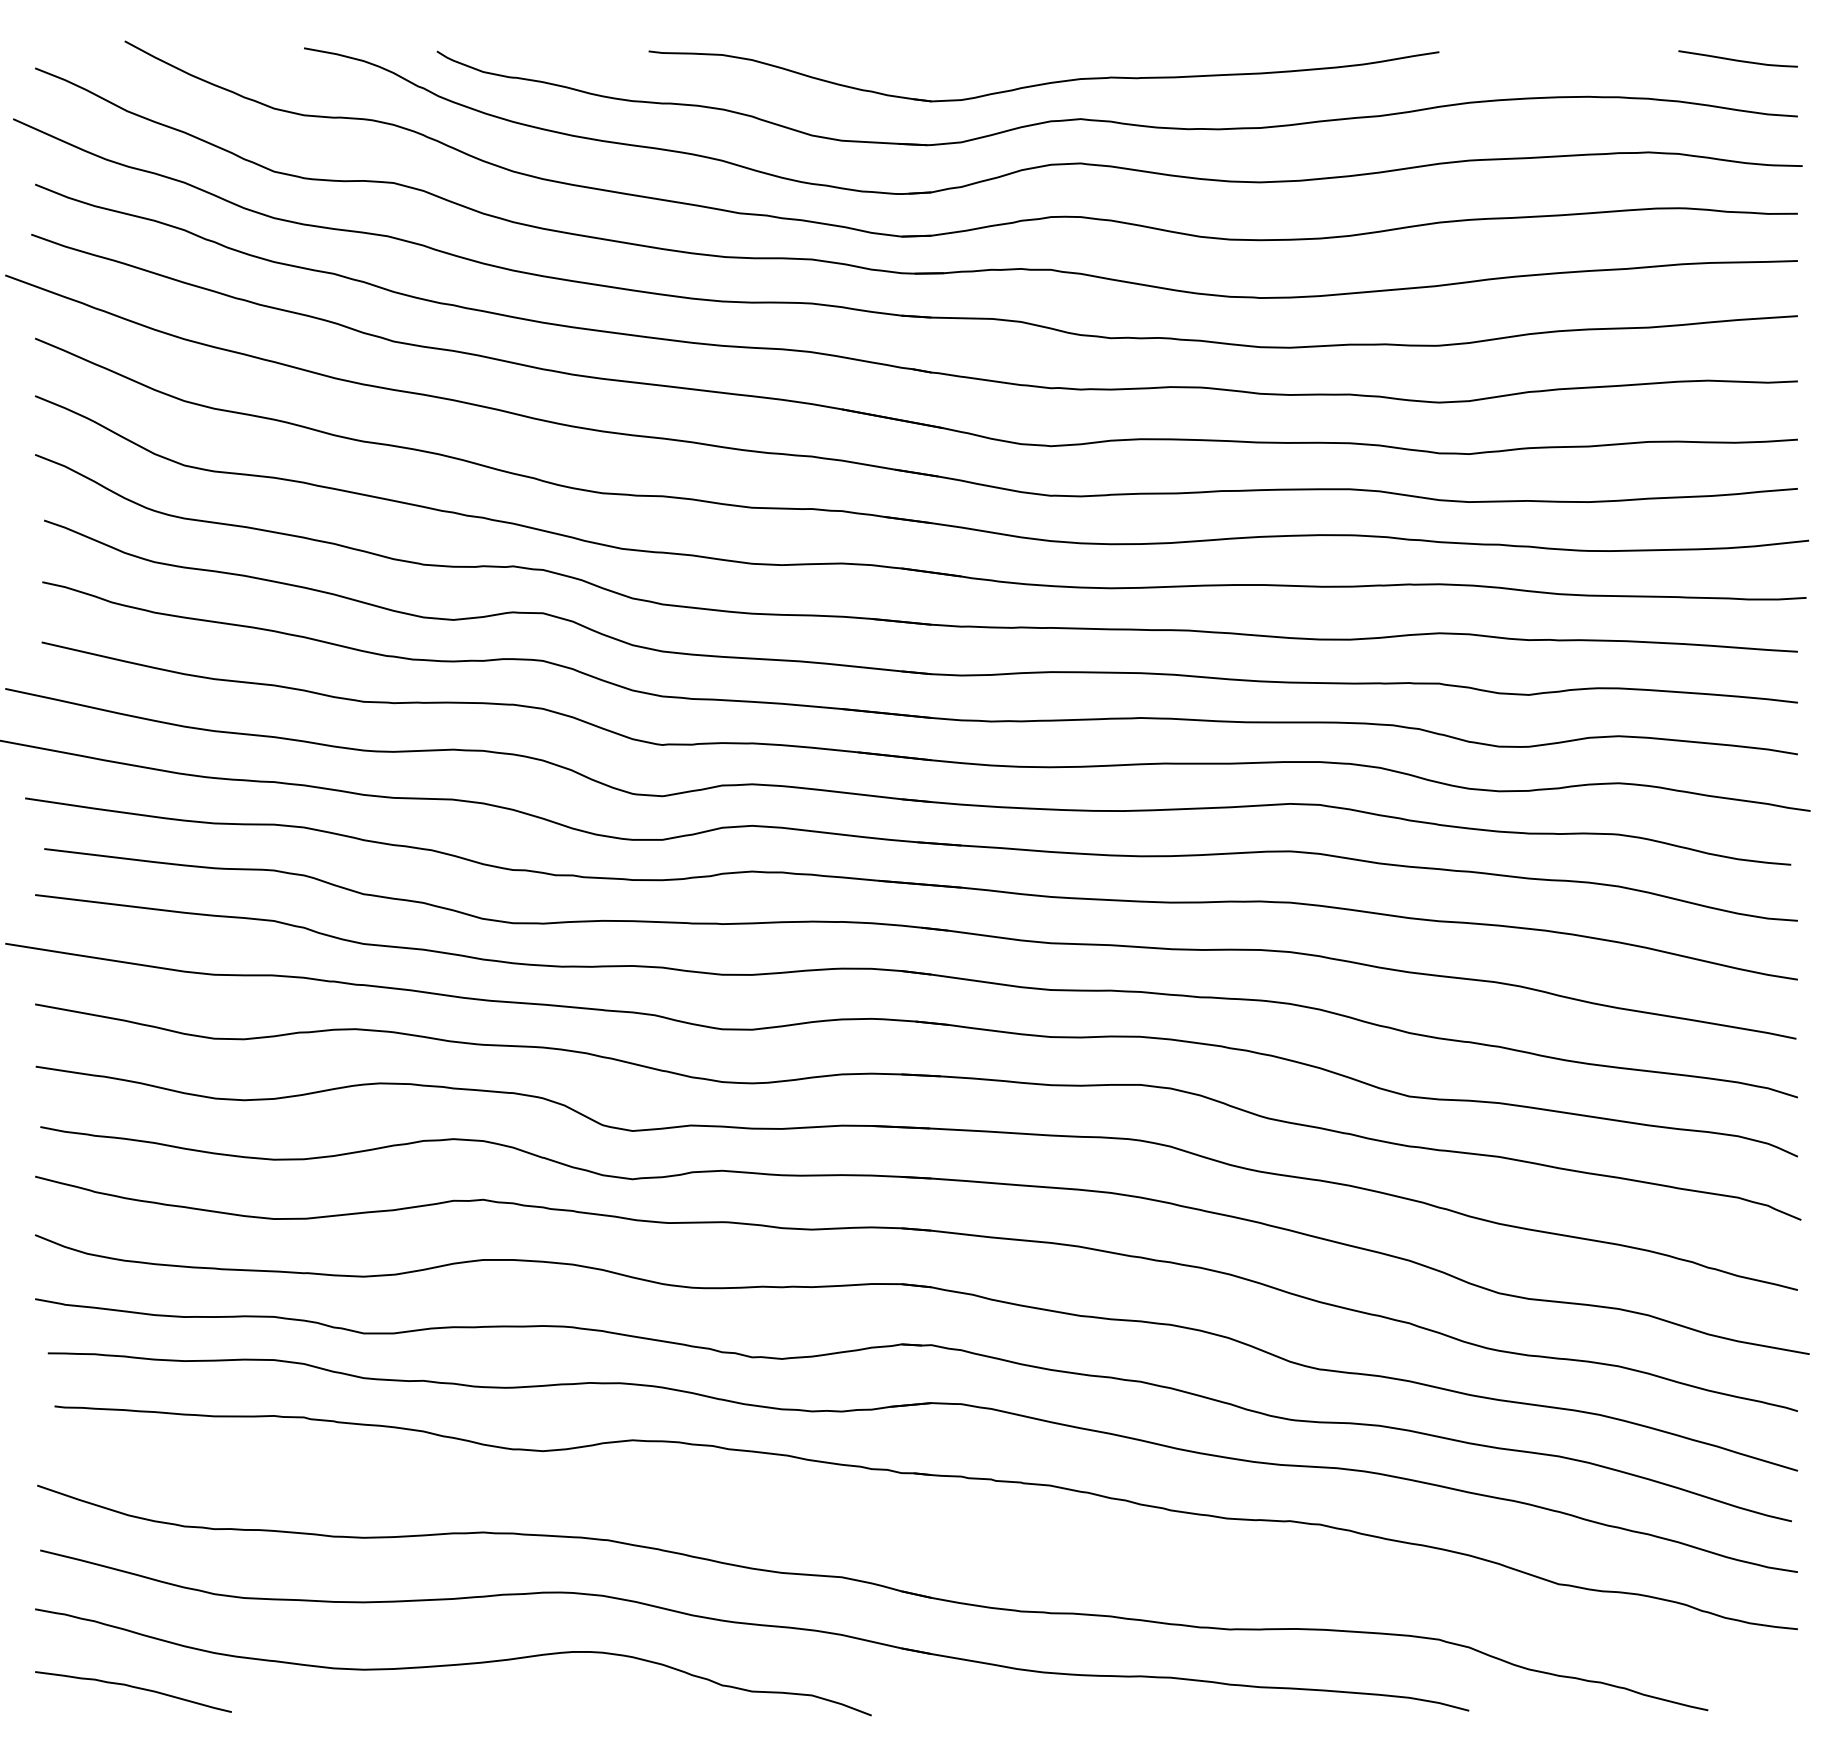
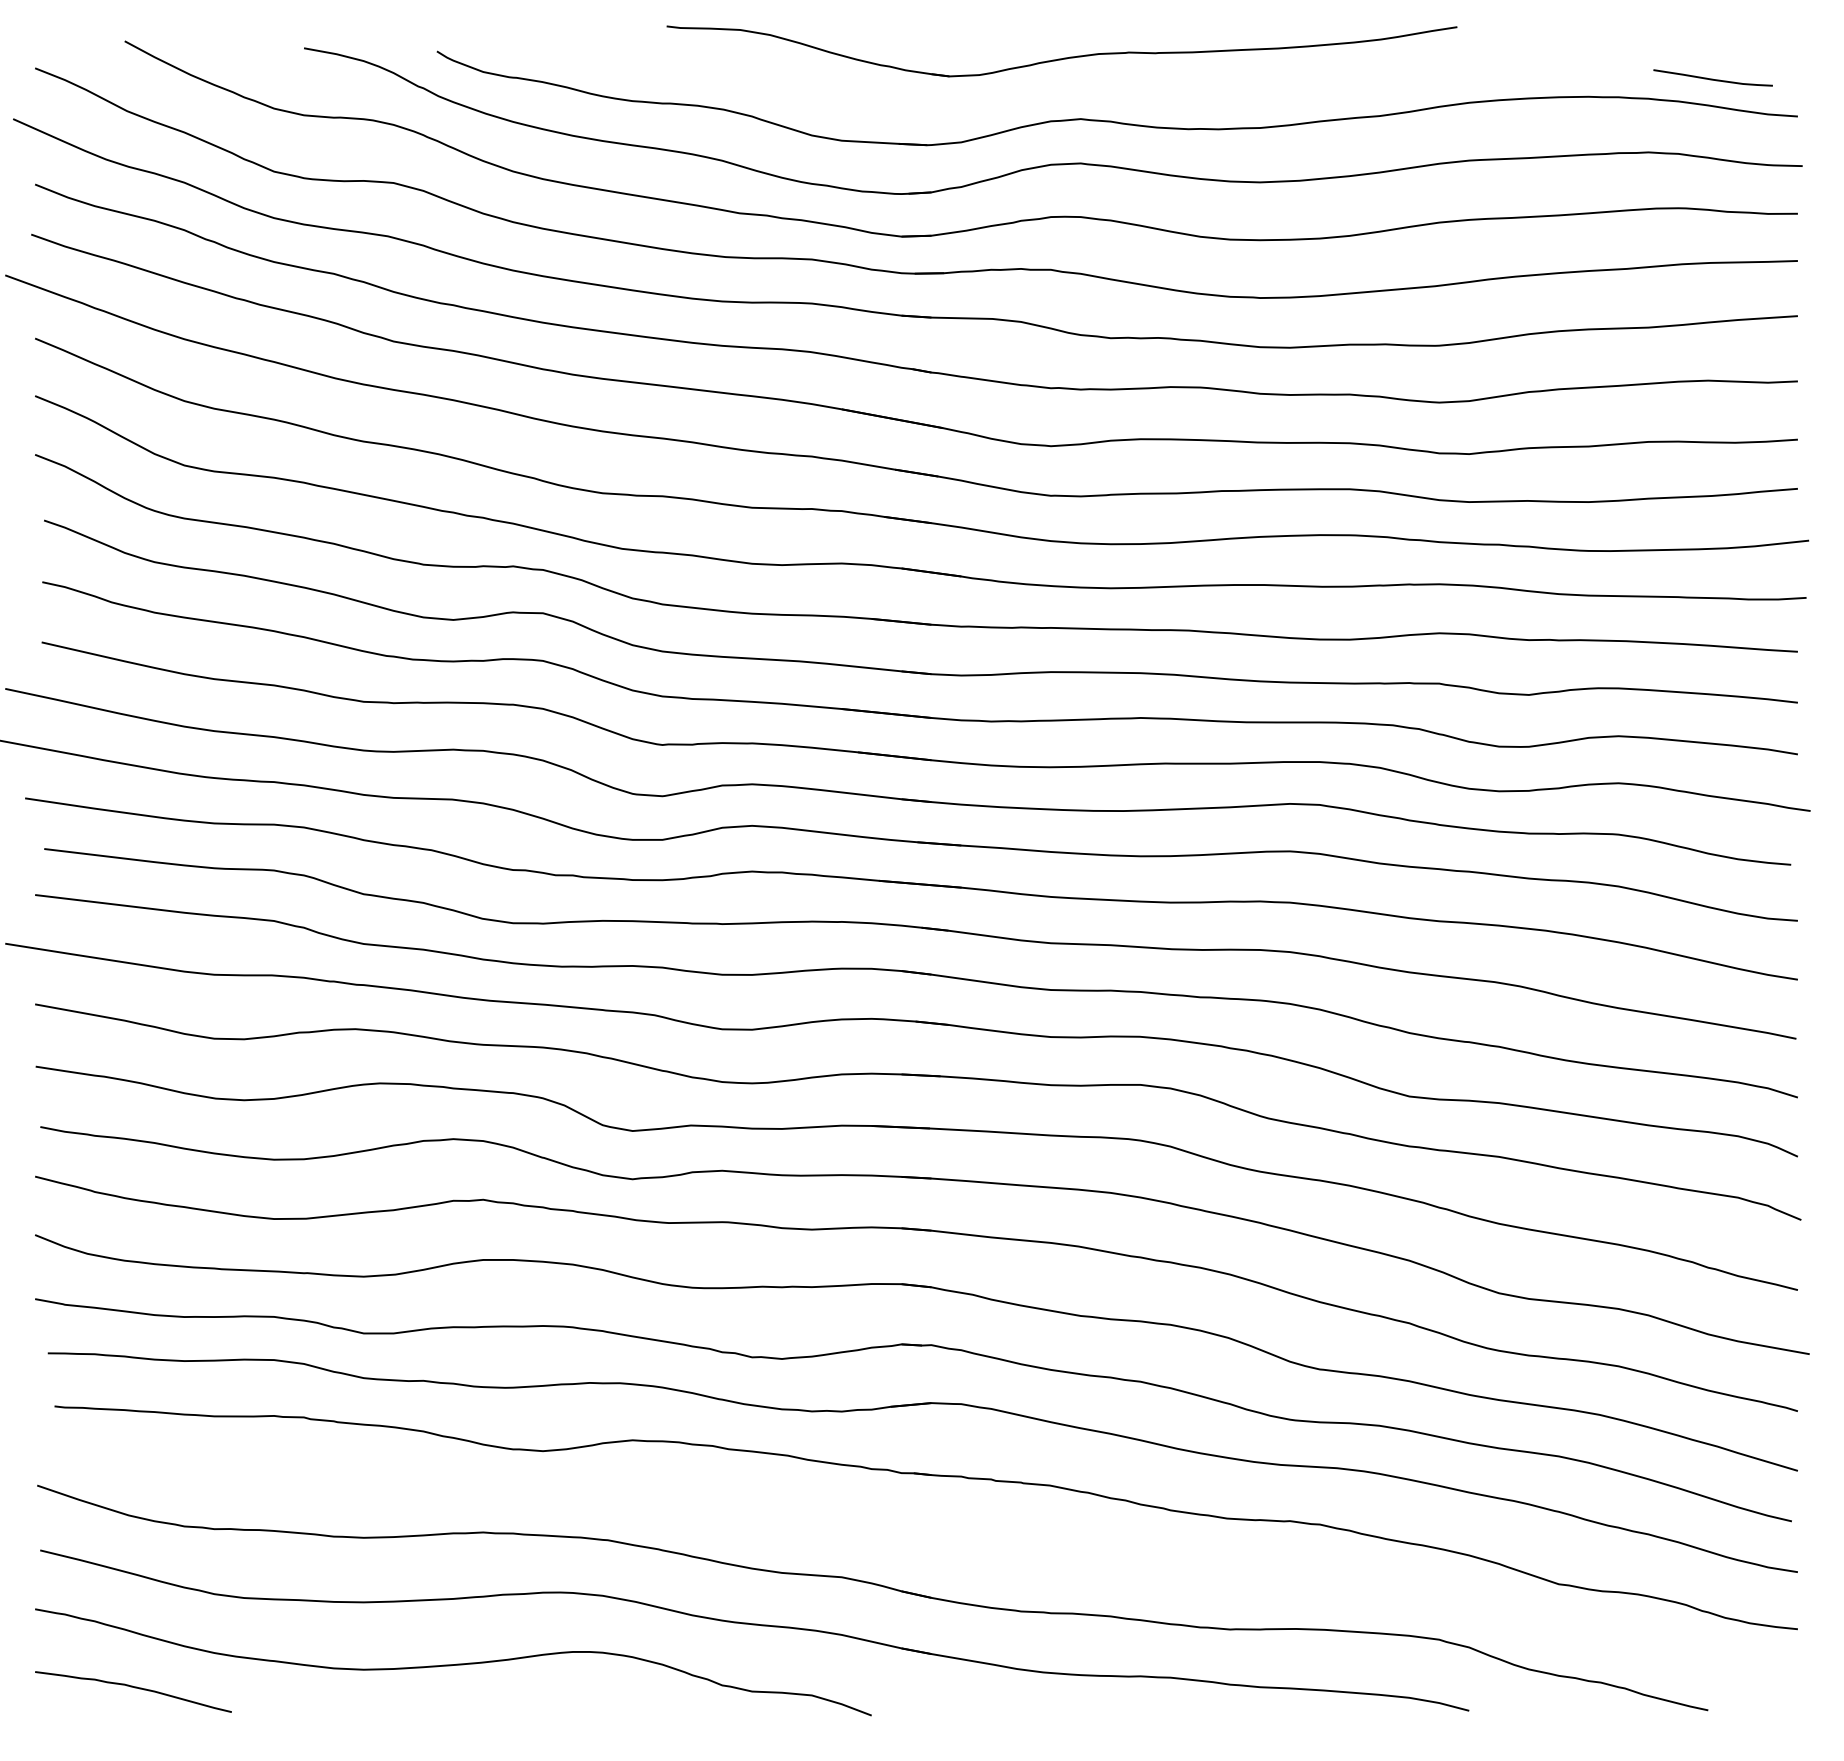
curve at (1737, 59) position: (1737, 59) -> (1712, 78)
part at (1046, 82) position: (1046, 82) -> (1064, 57)
